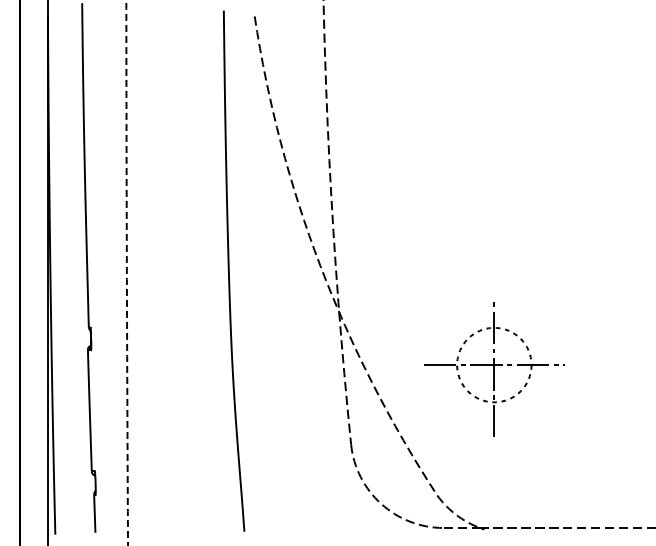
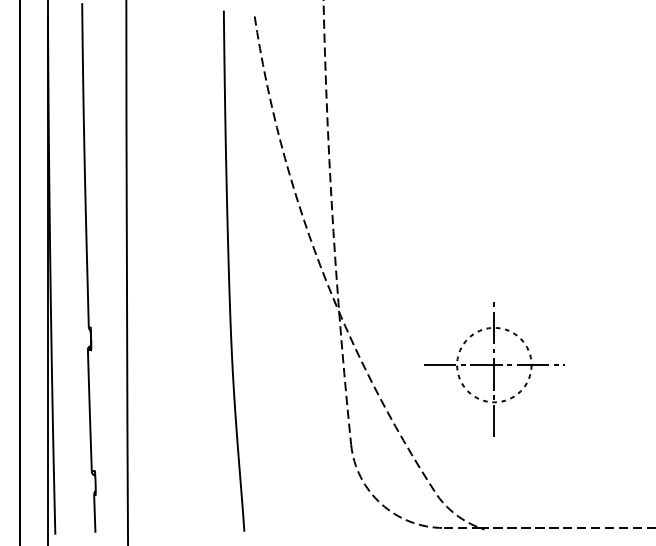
arc at (126, 274): dashed -> solid
